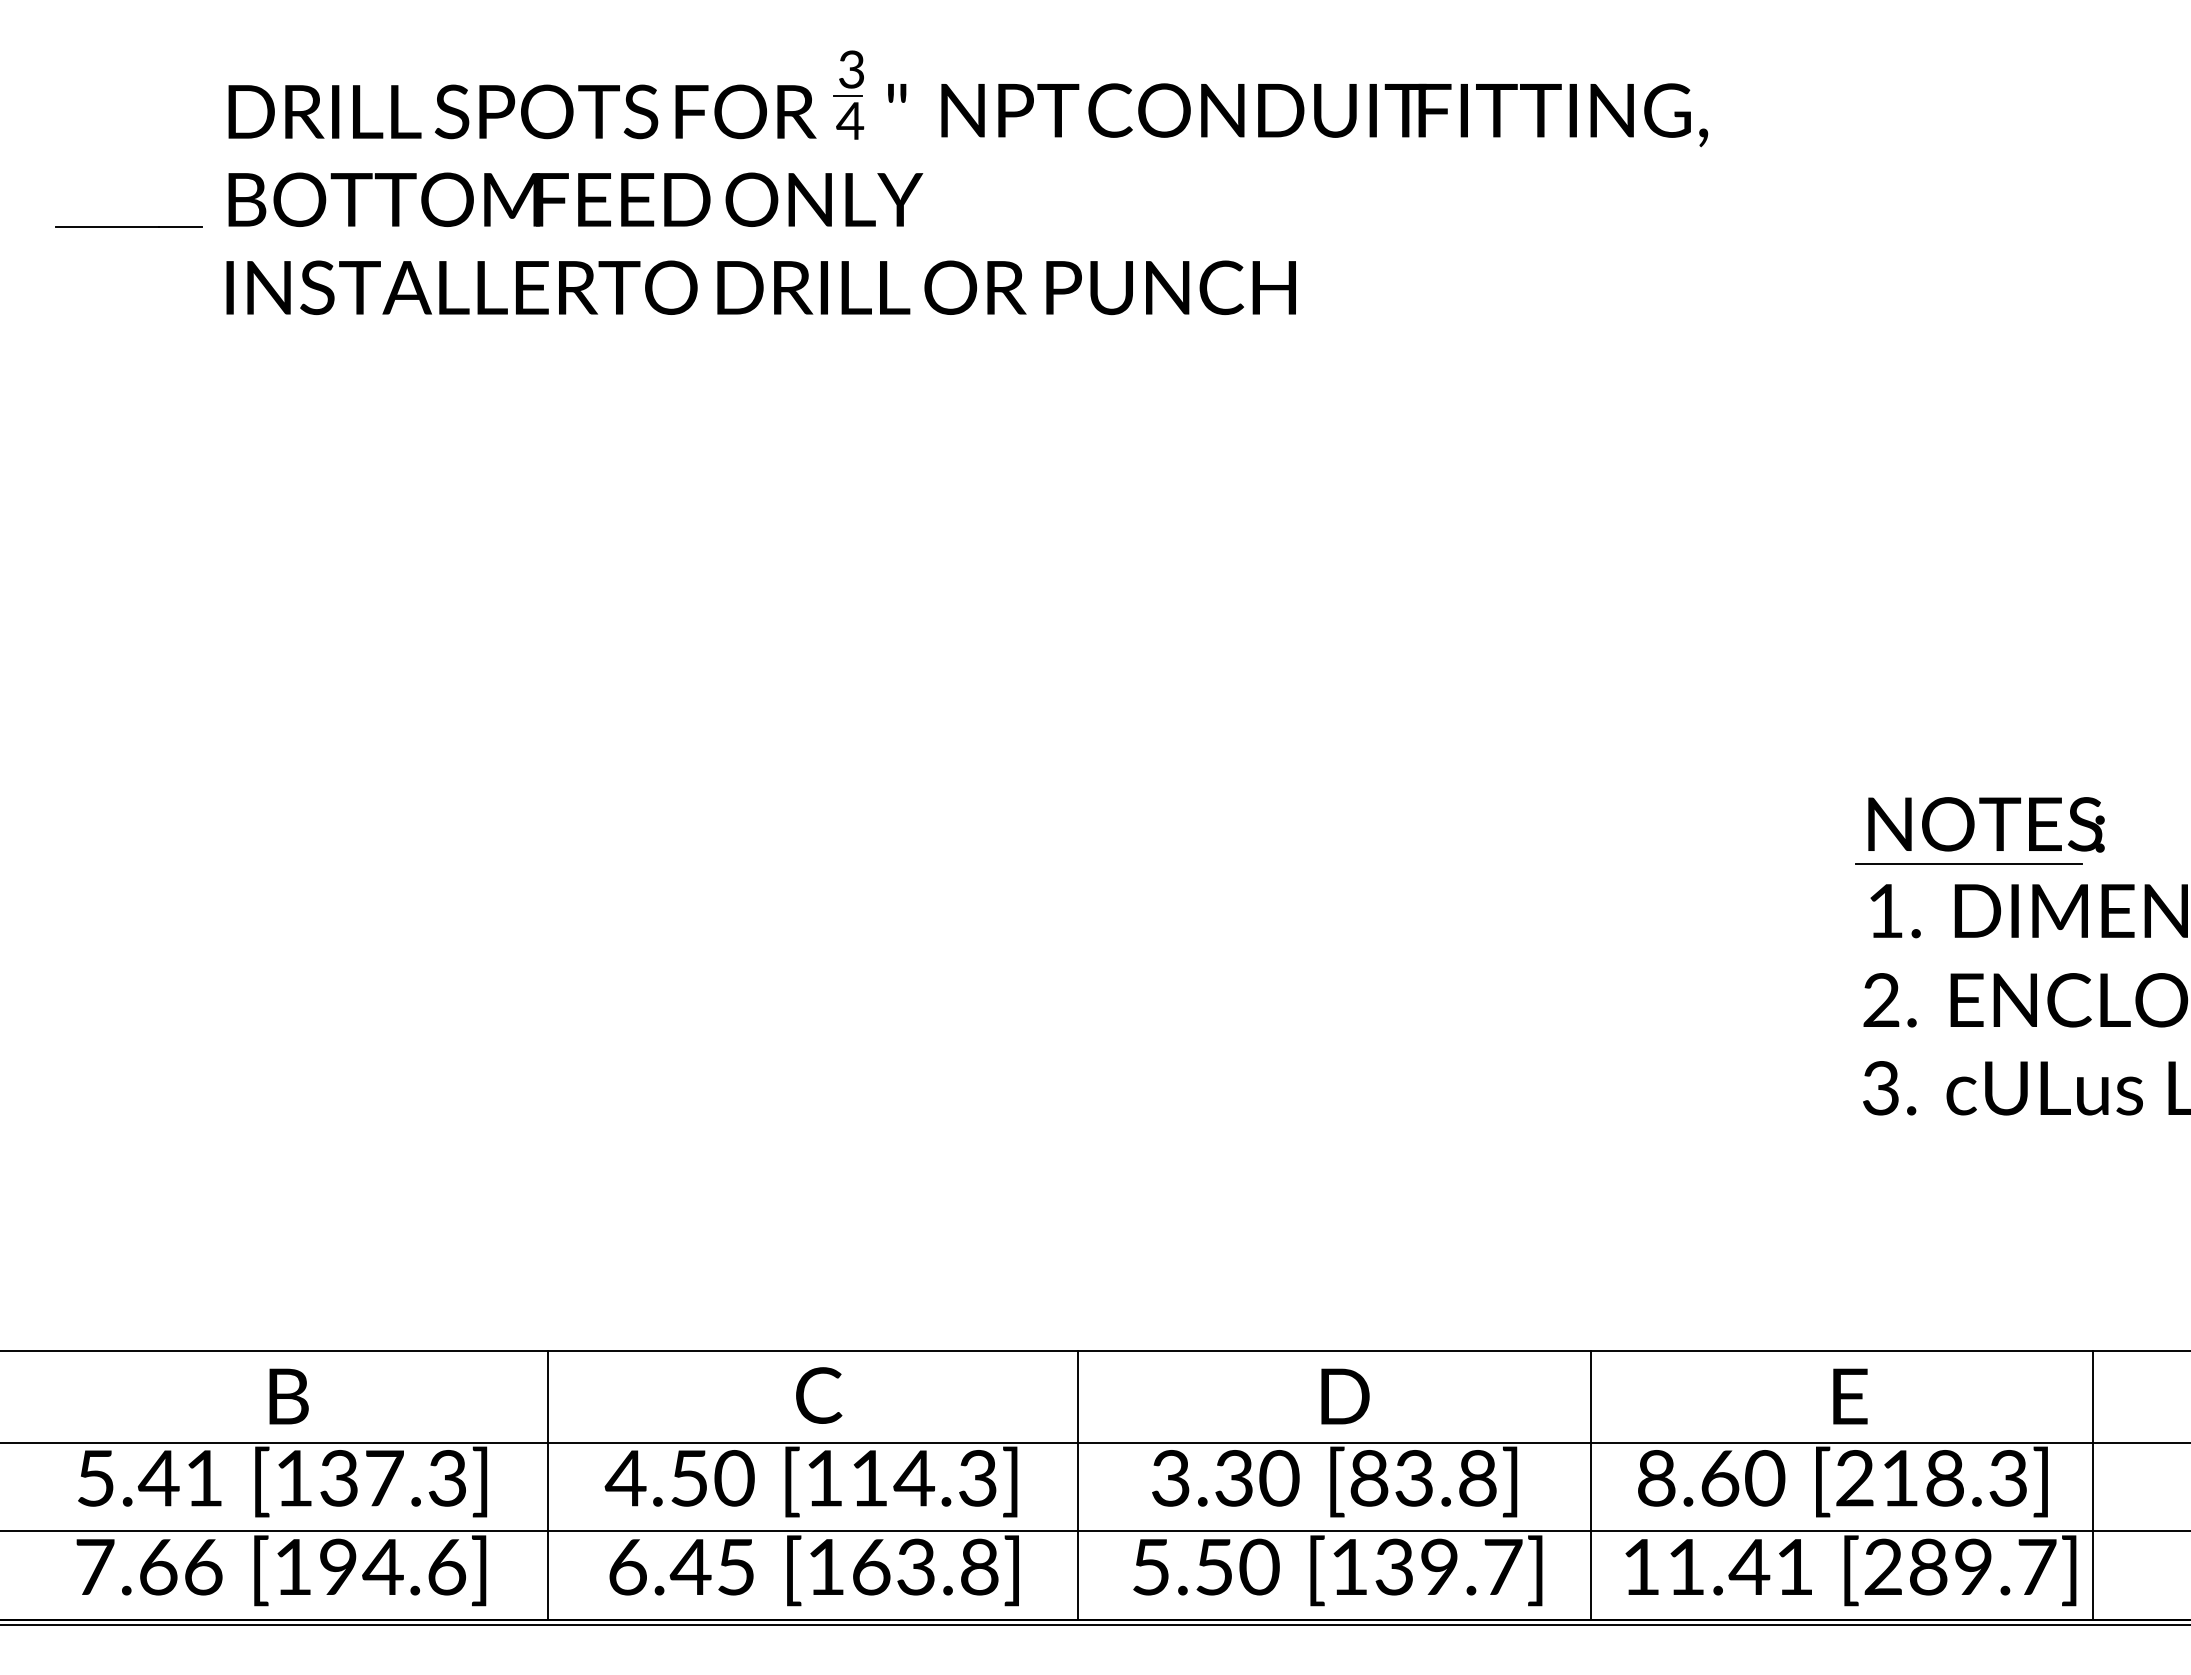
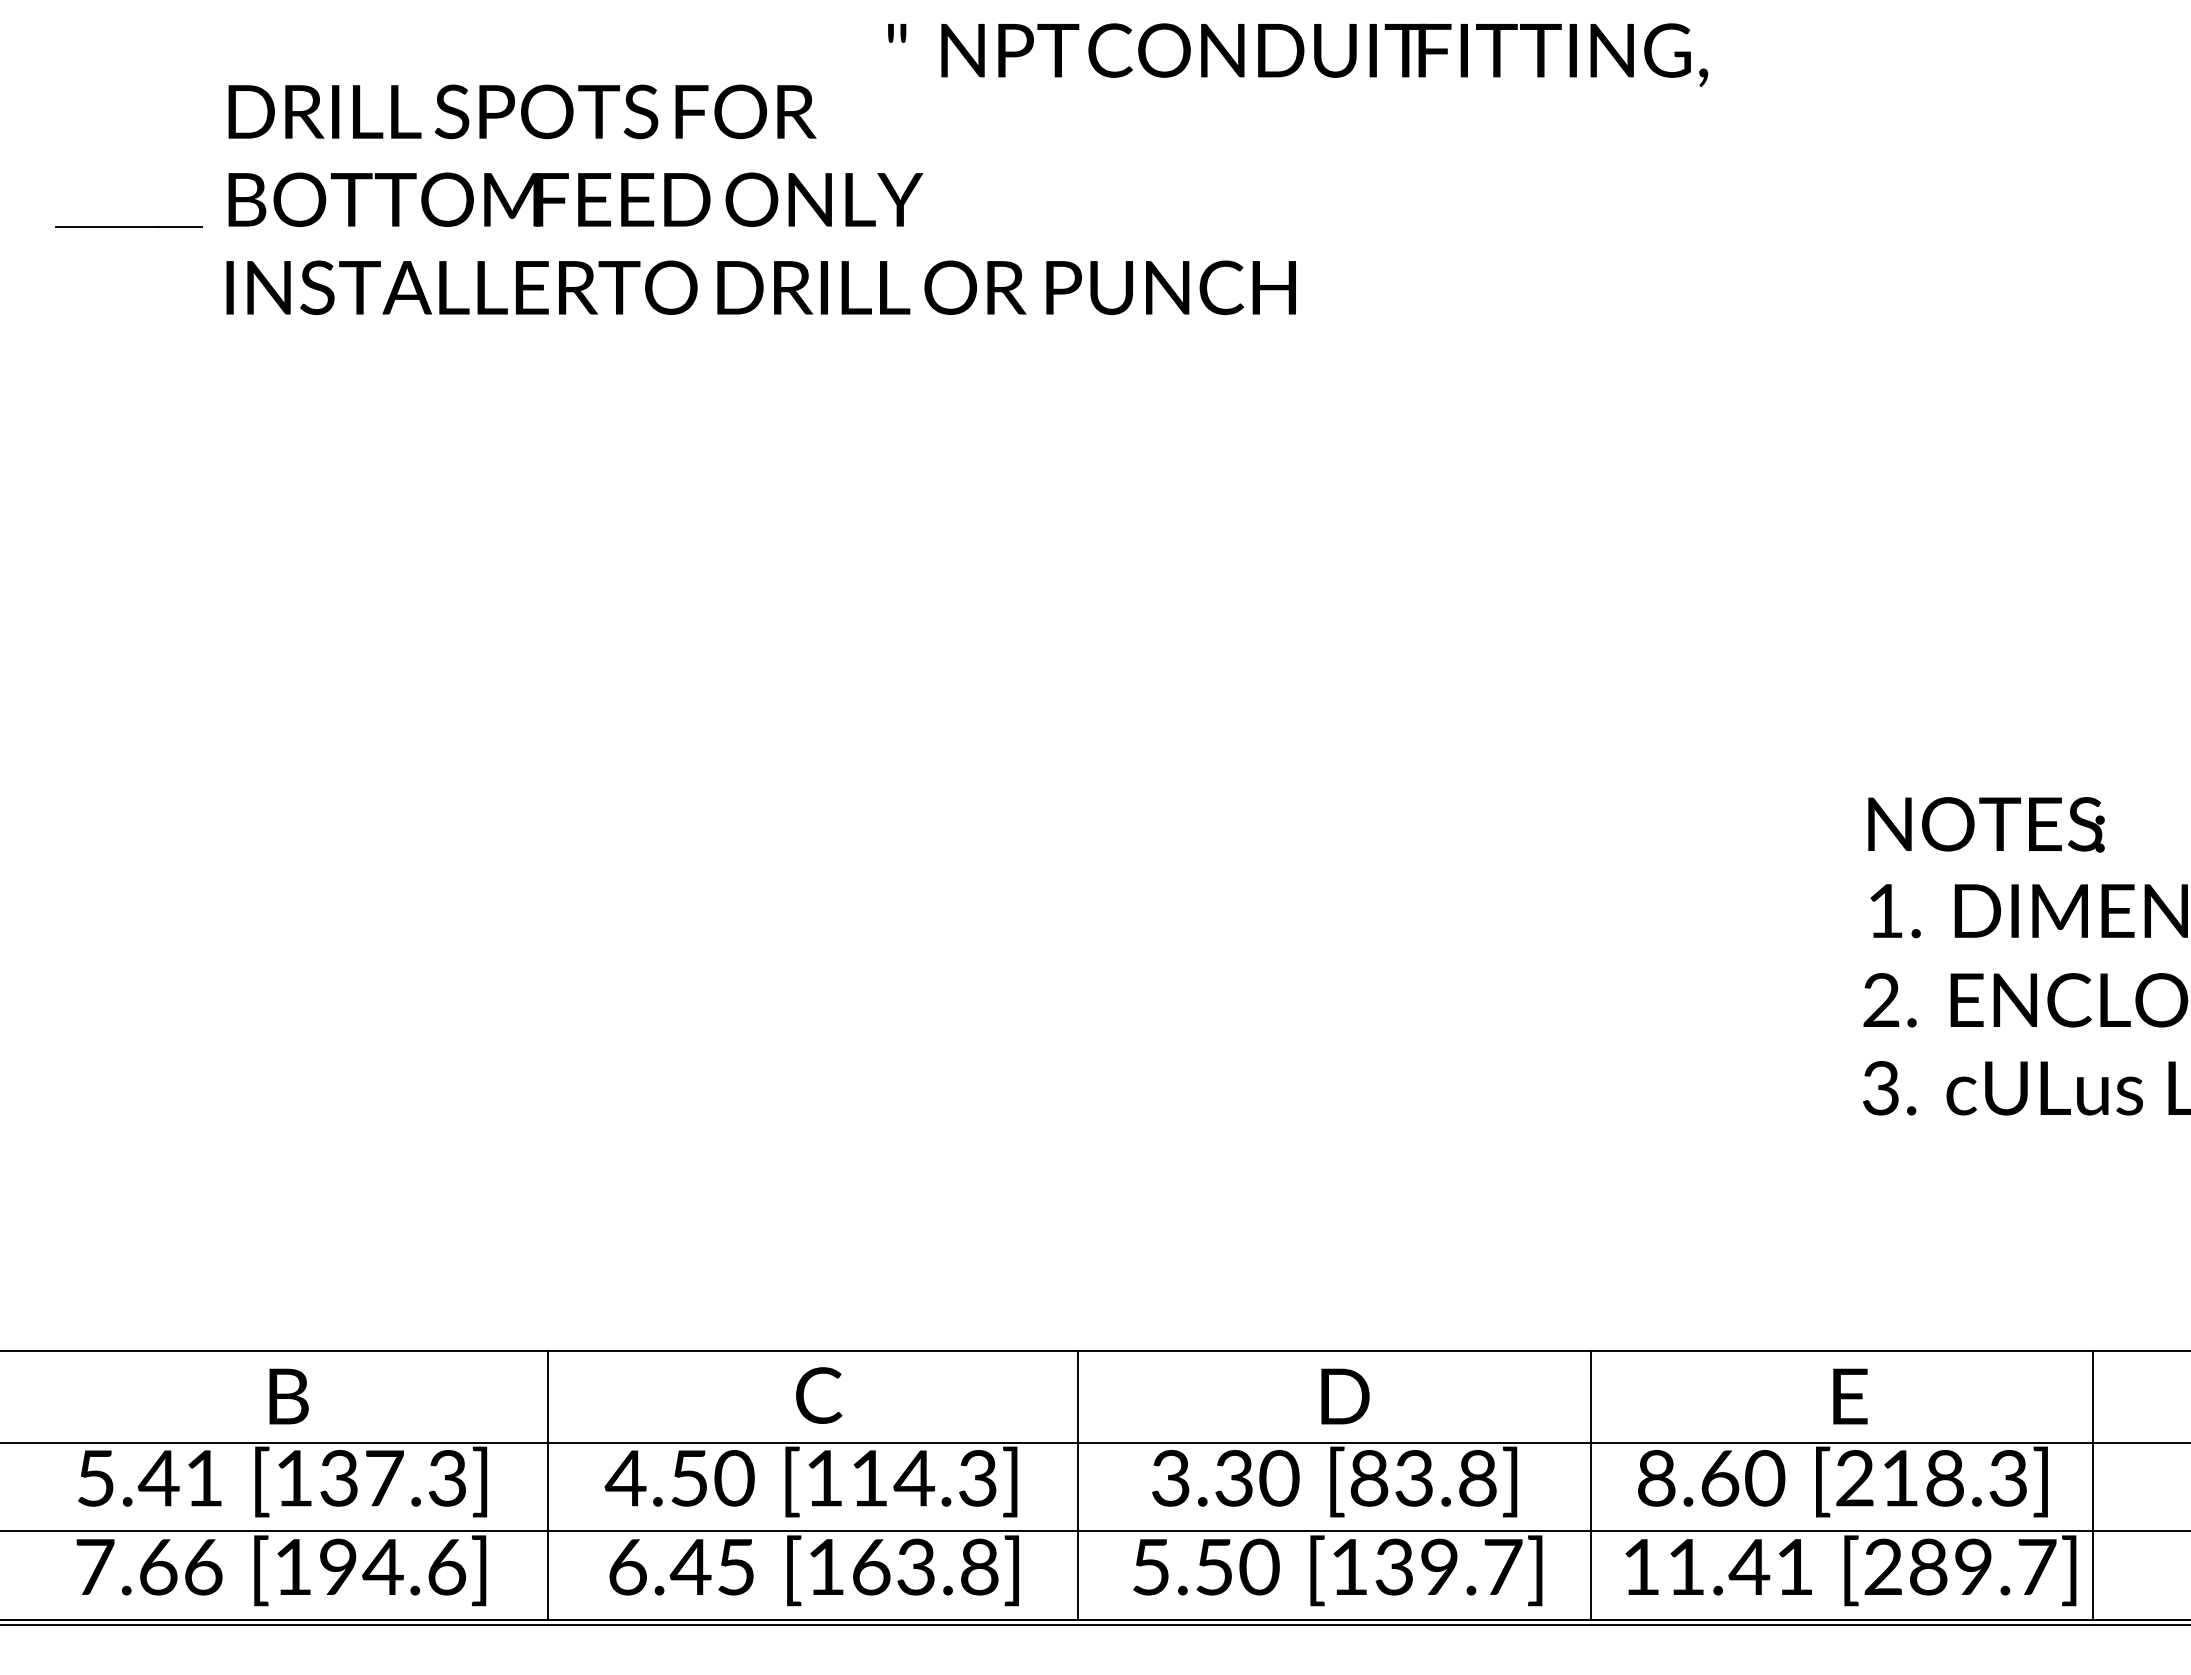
part at (848, 94): present -> none
text at (1298, 115) position: (1298, 115) -> (1298, 55)
line at (1969, 864): present -> none
